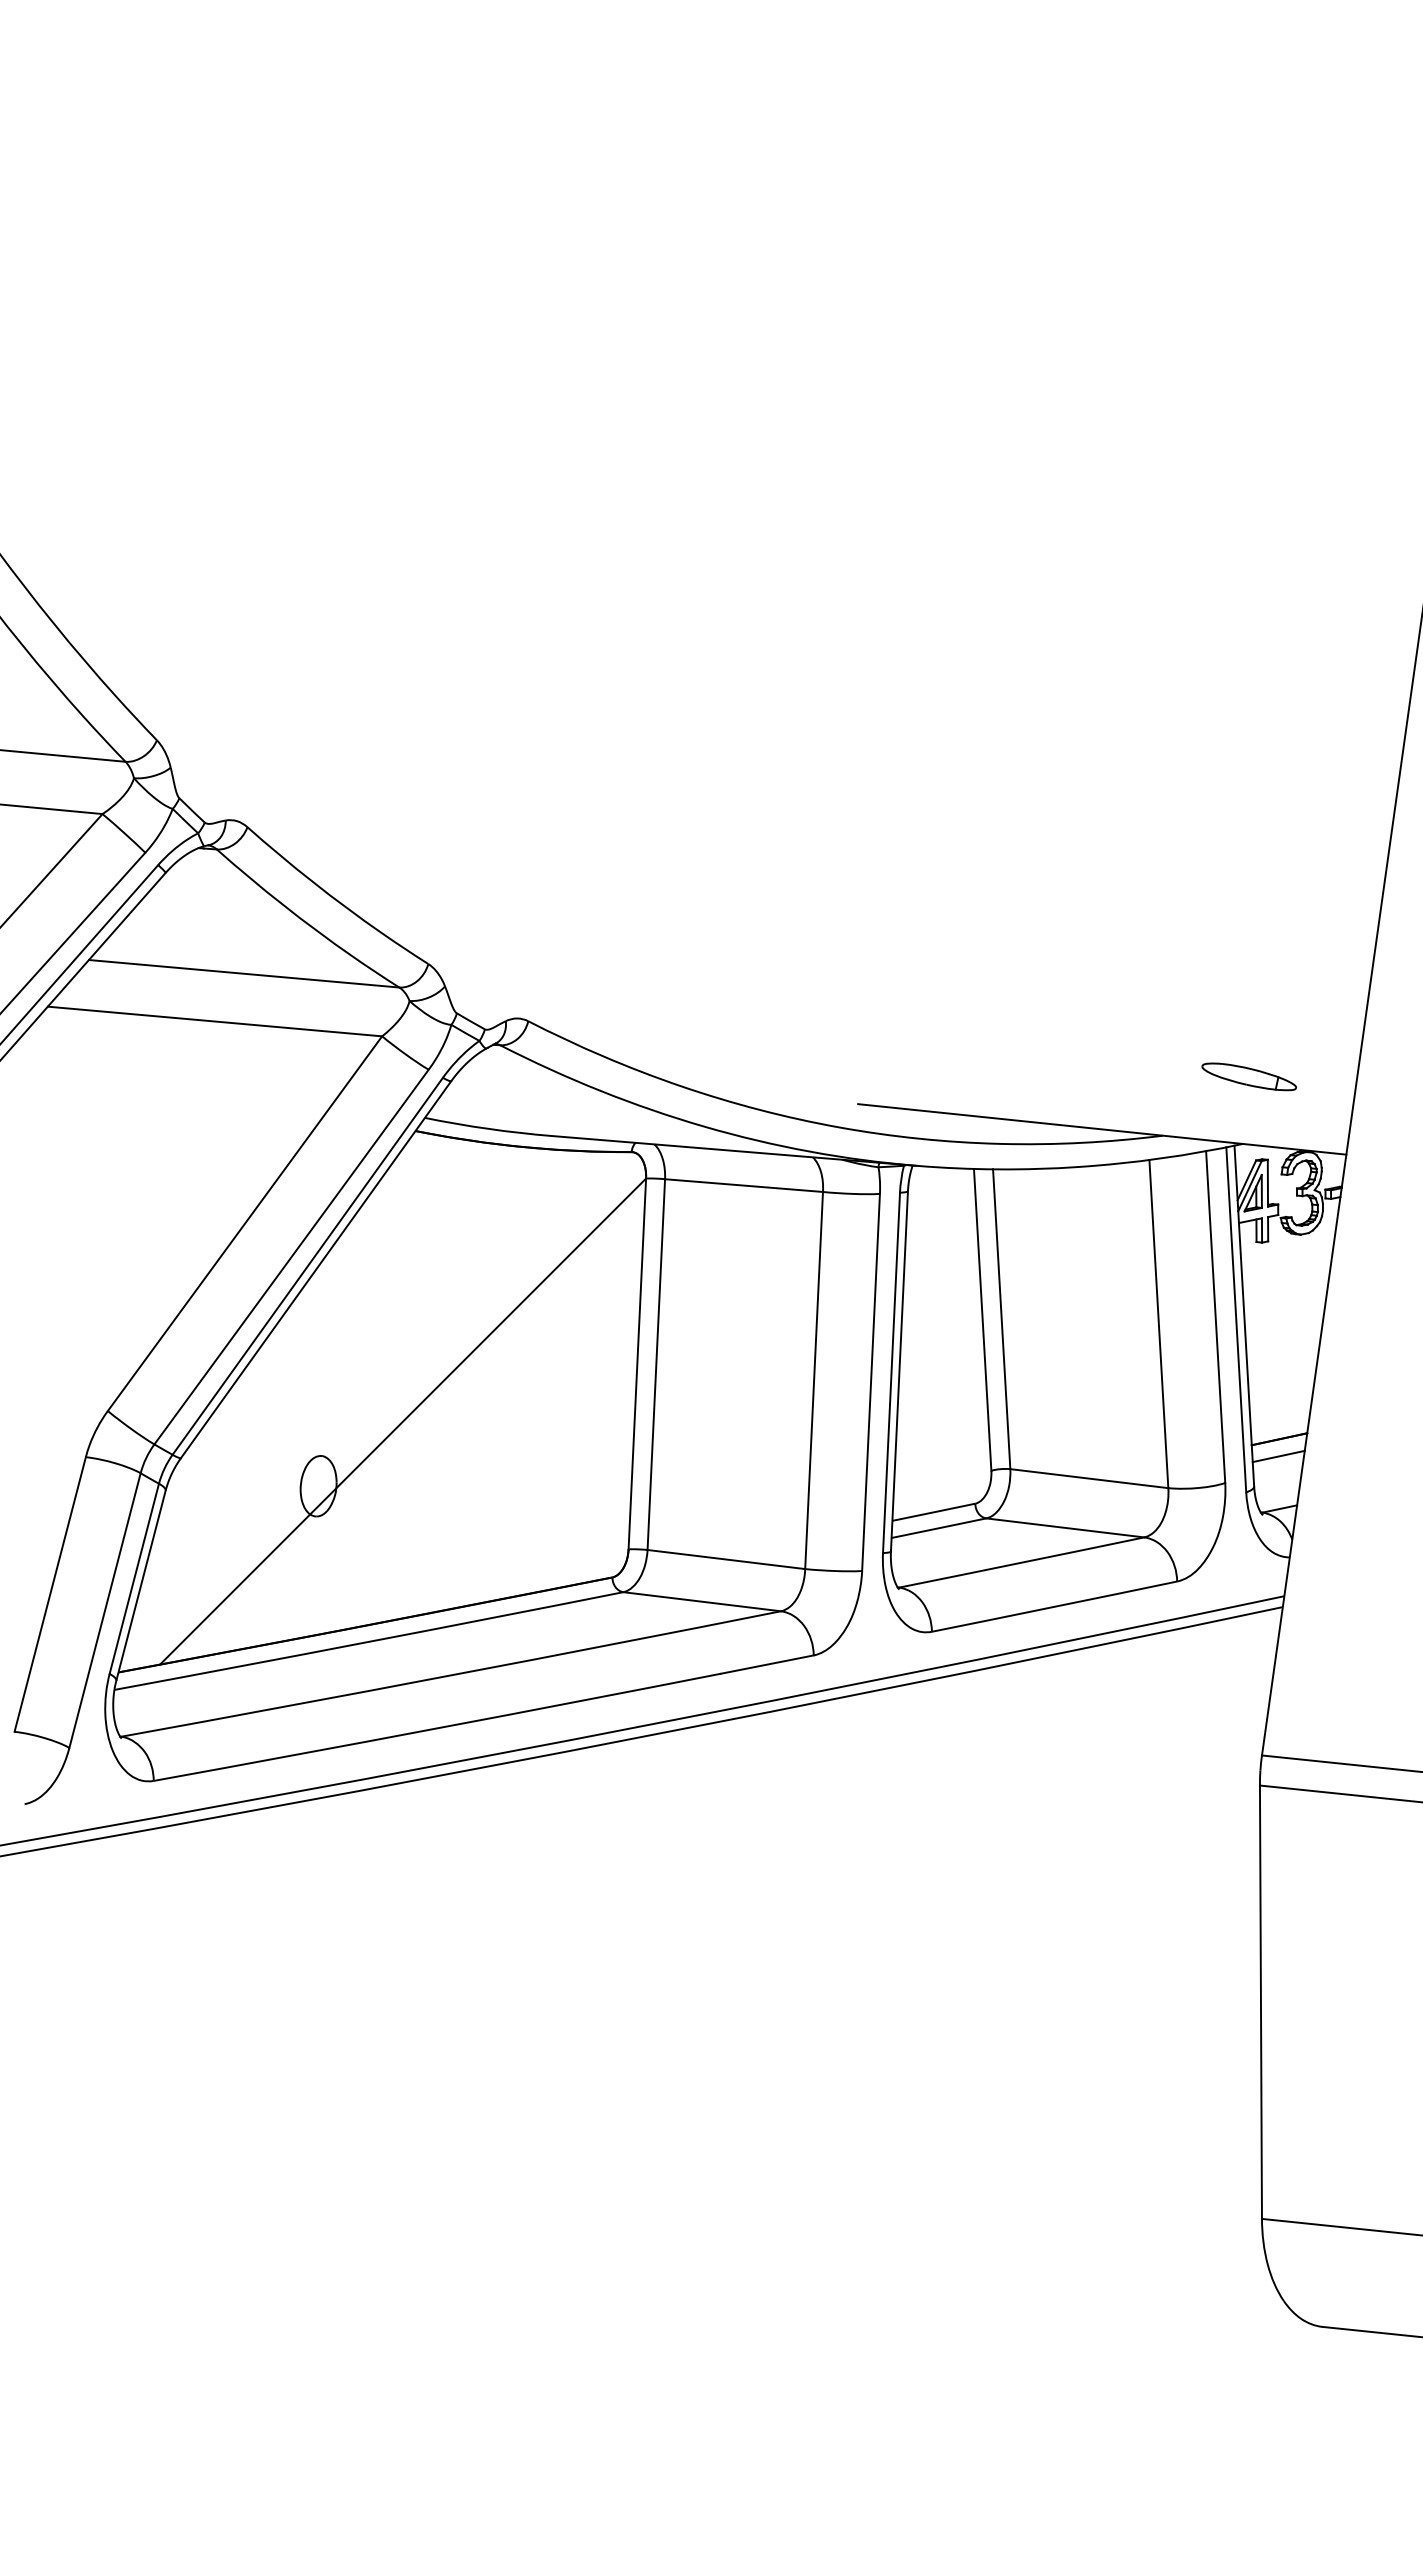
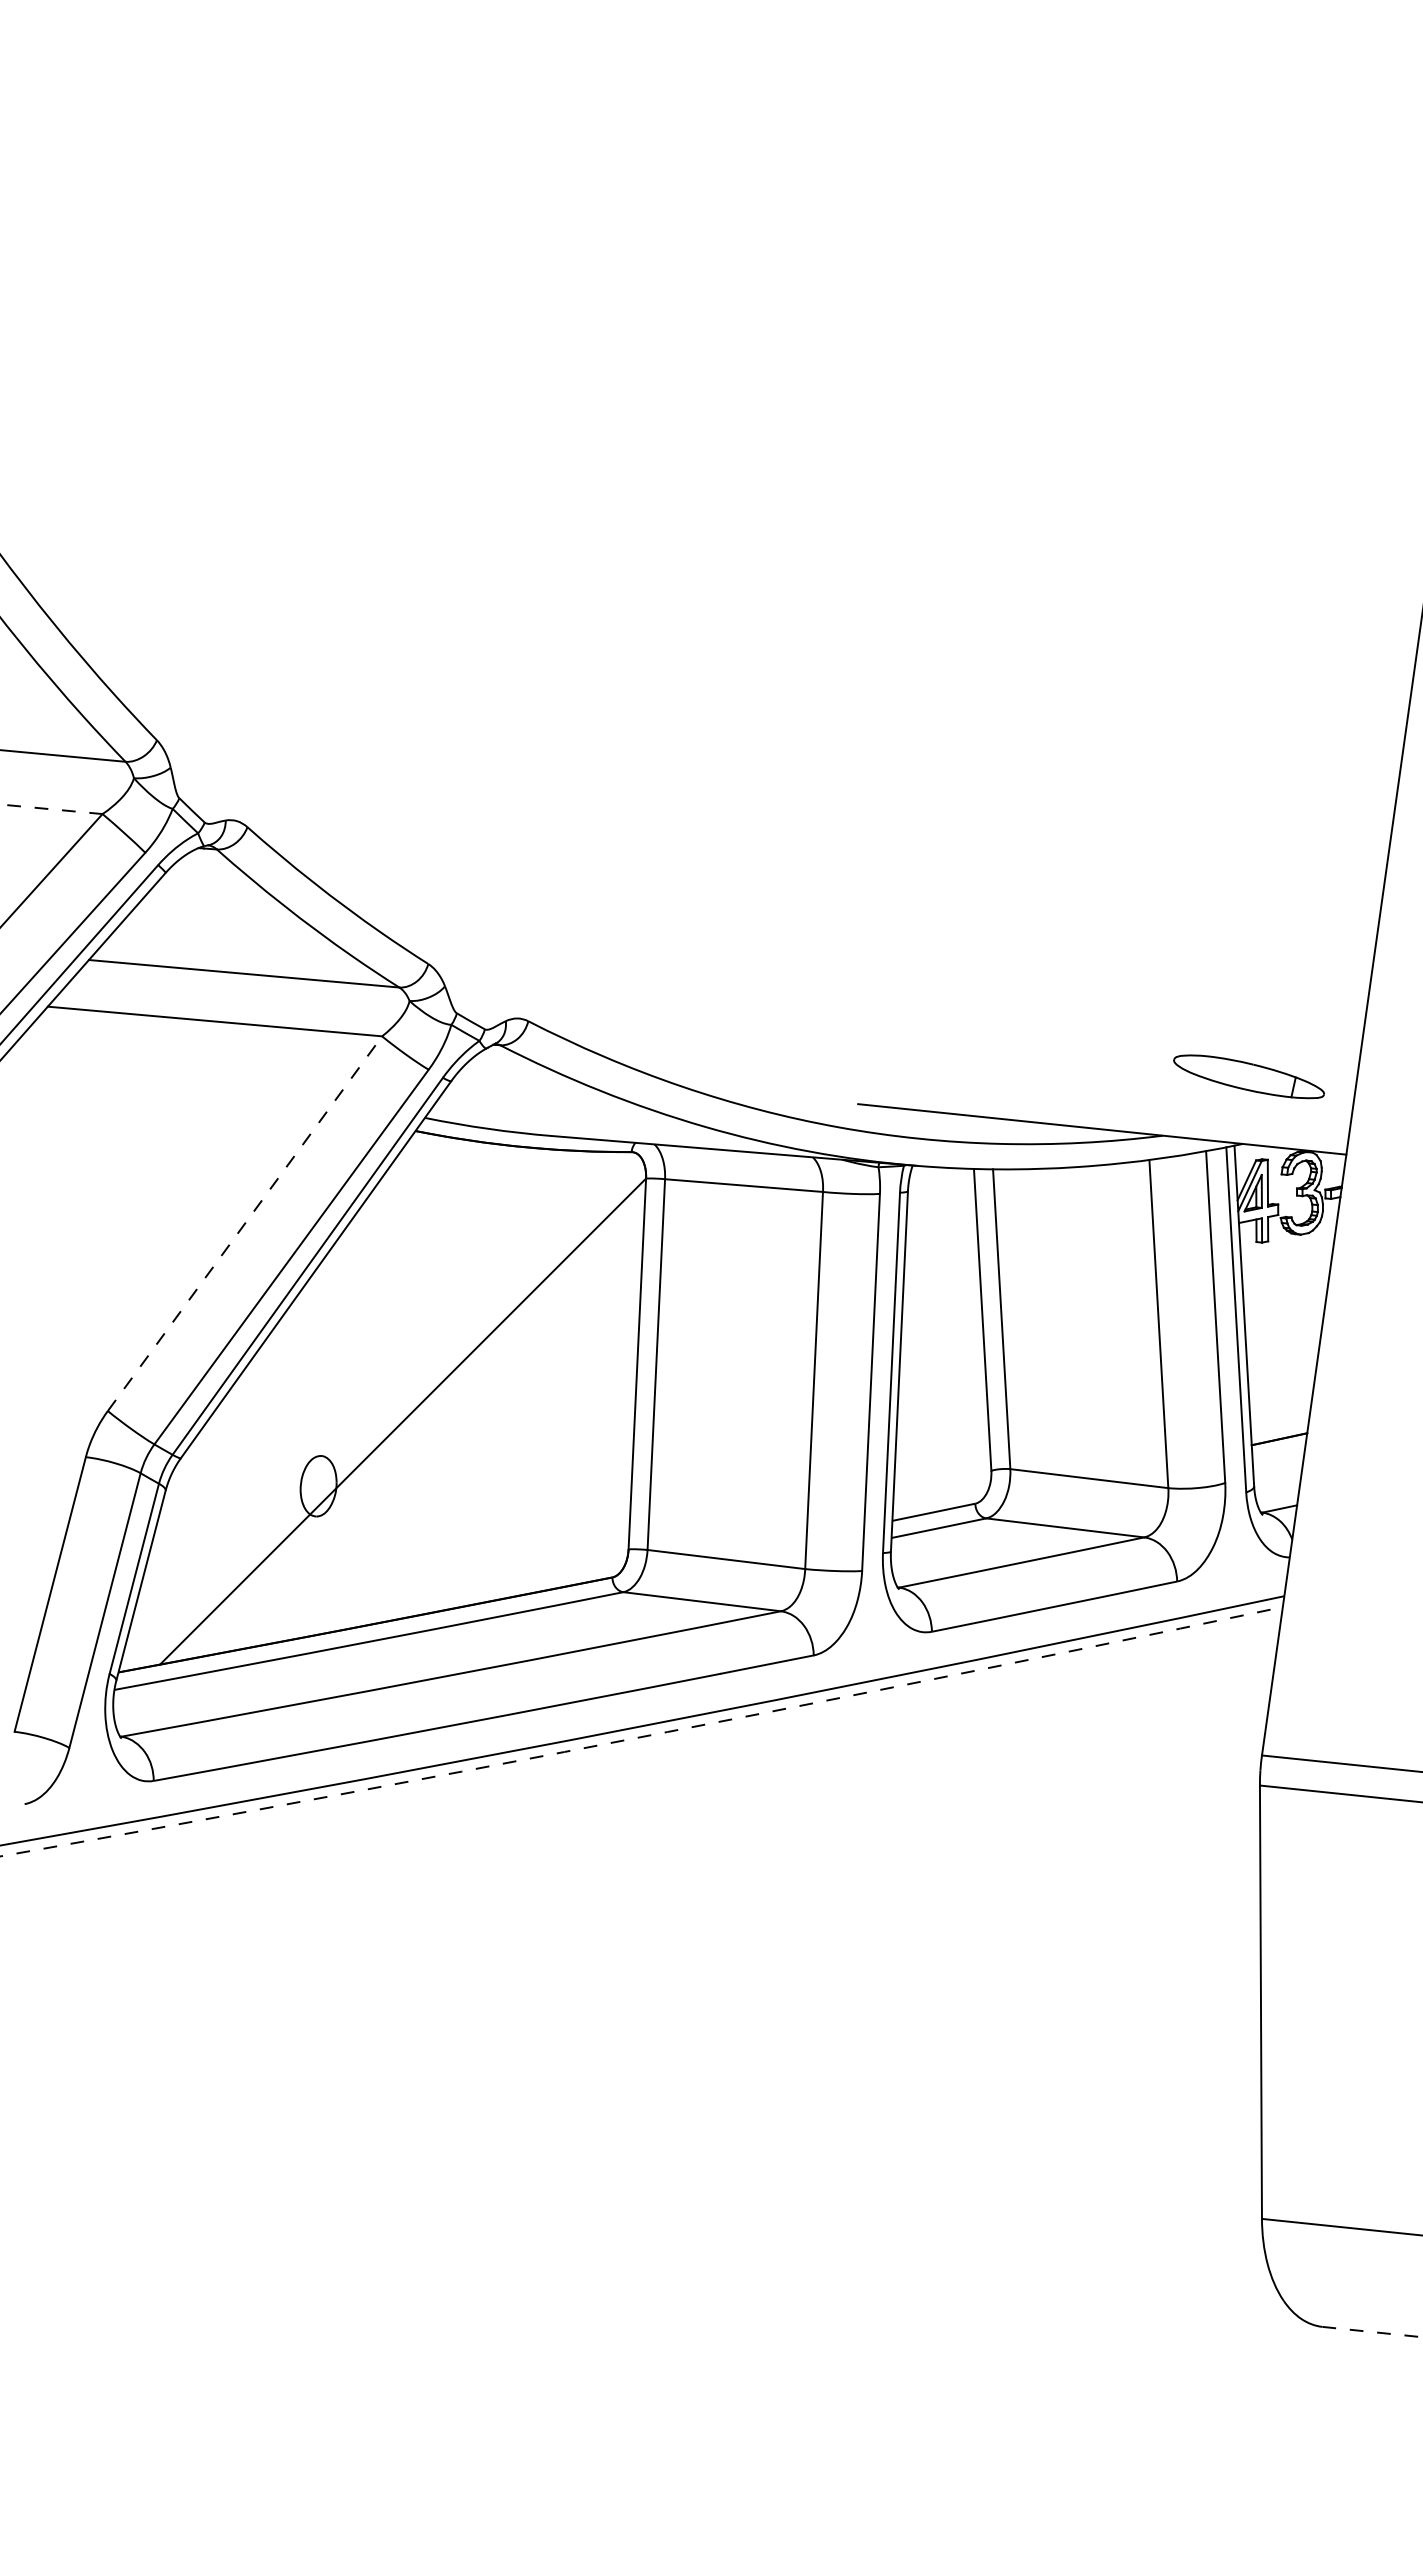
line at (51, 809): solid -> dashed
part at (1249, 1076) size: 97x30 px -> 152x46 px
line at (245, 1223): solid -> dashed
line at (1278, 1456): present -> none
arc at (642, 1736): solid -> dashed
line at (1373, 2332): solid -> dashed
